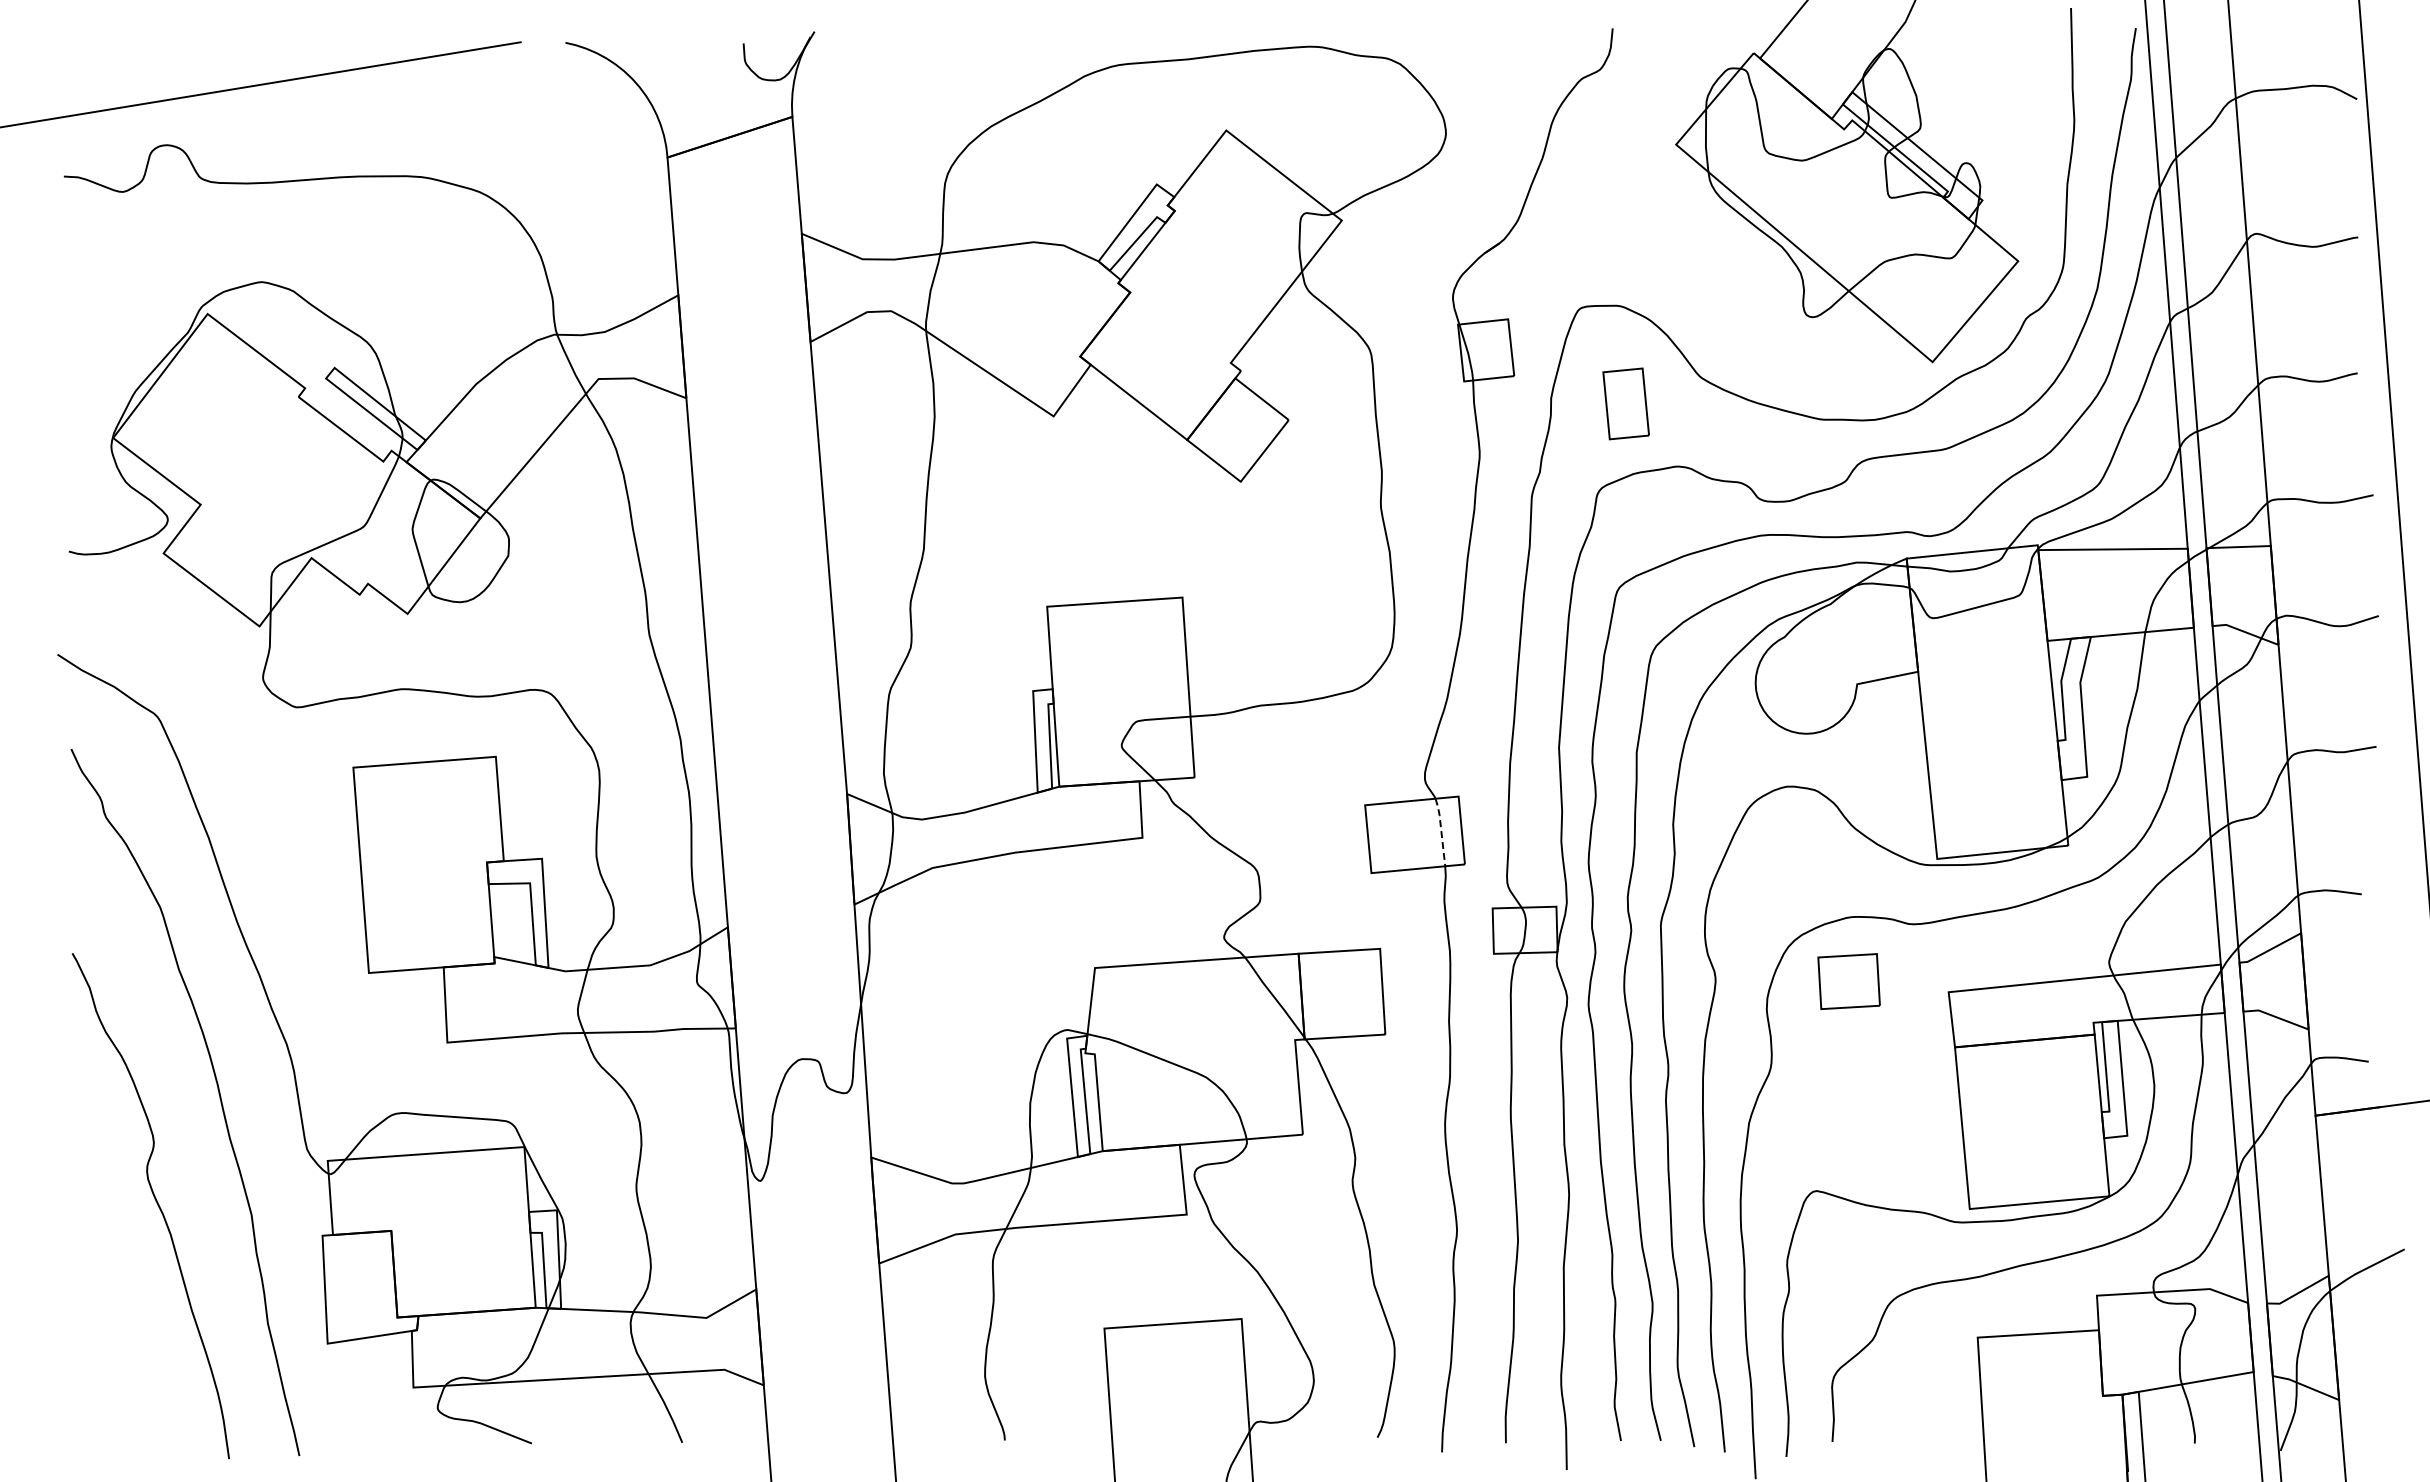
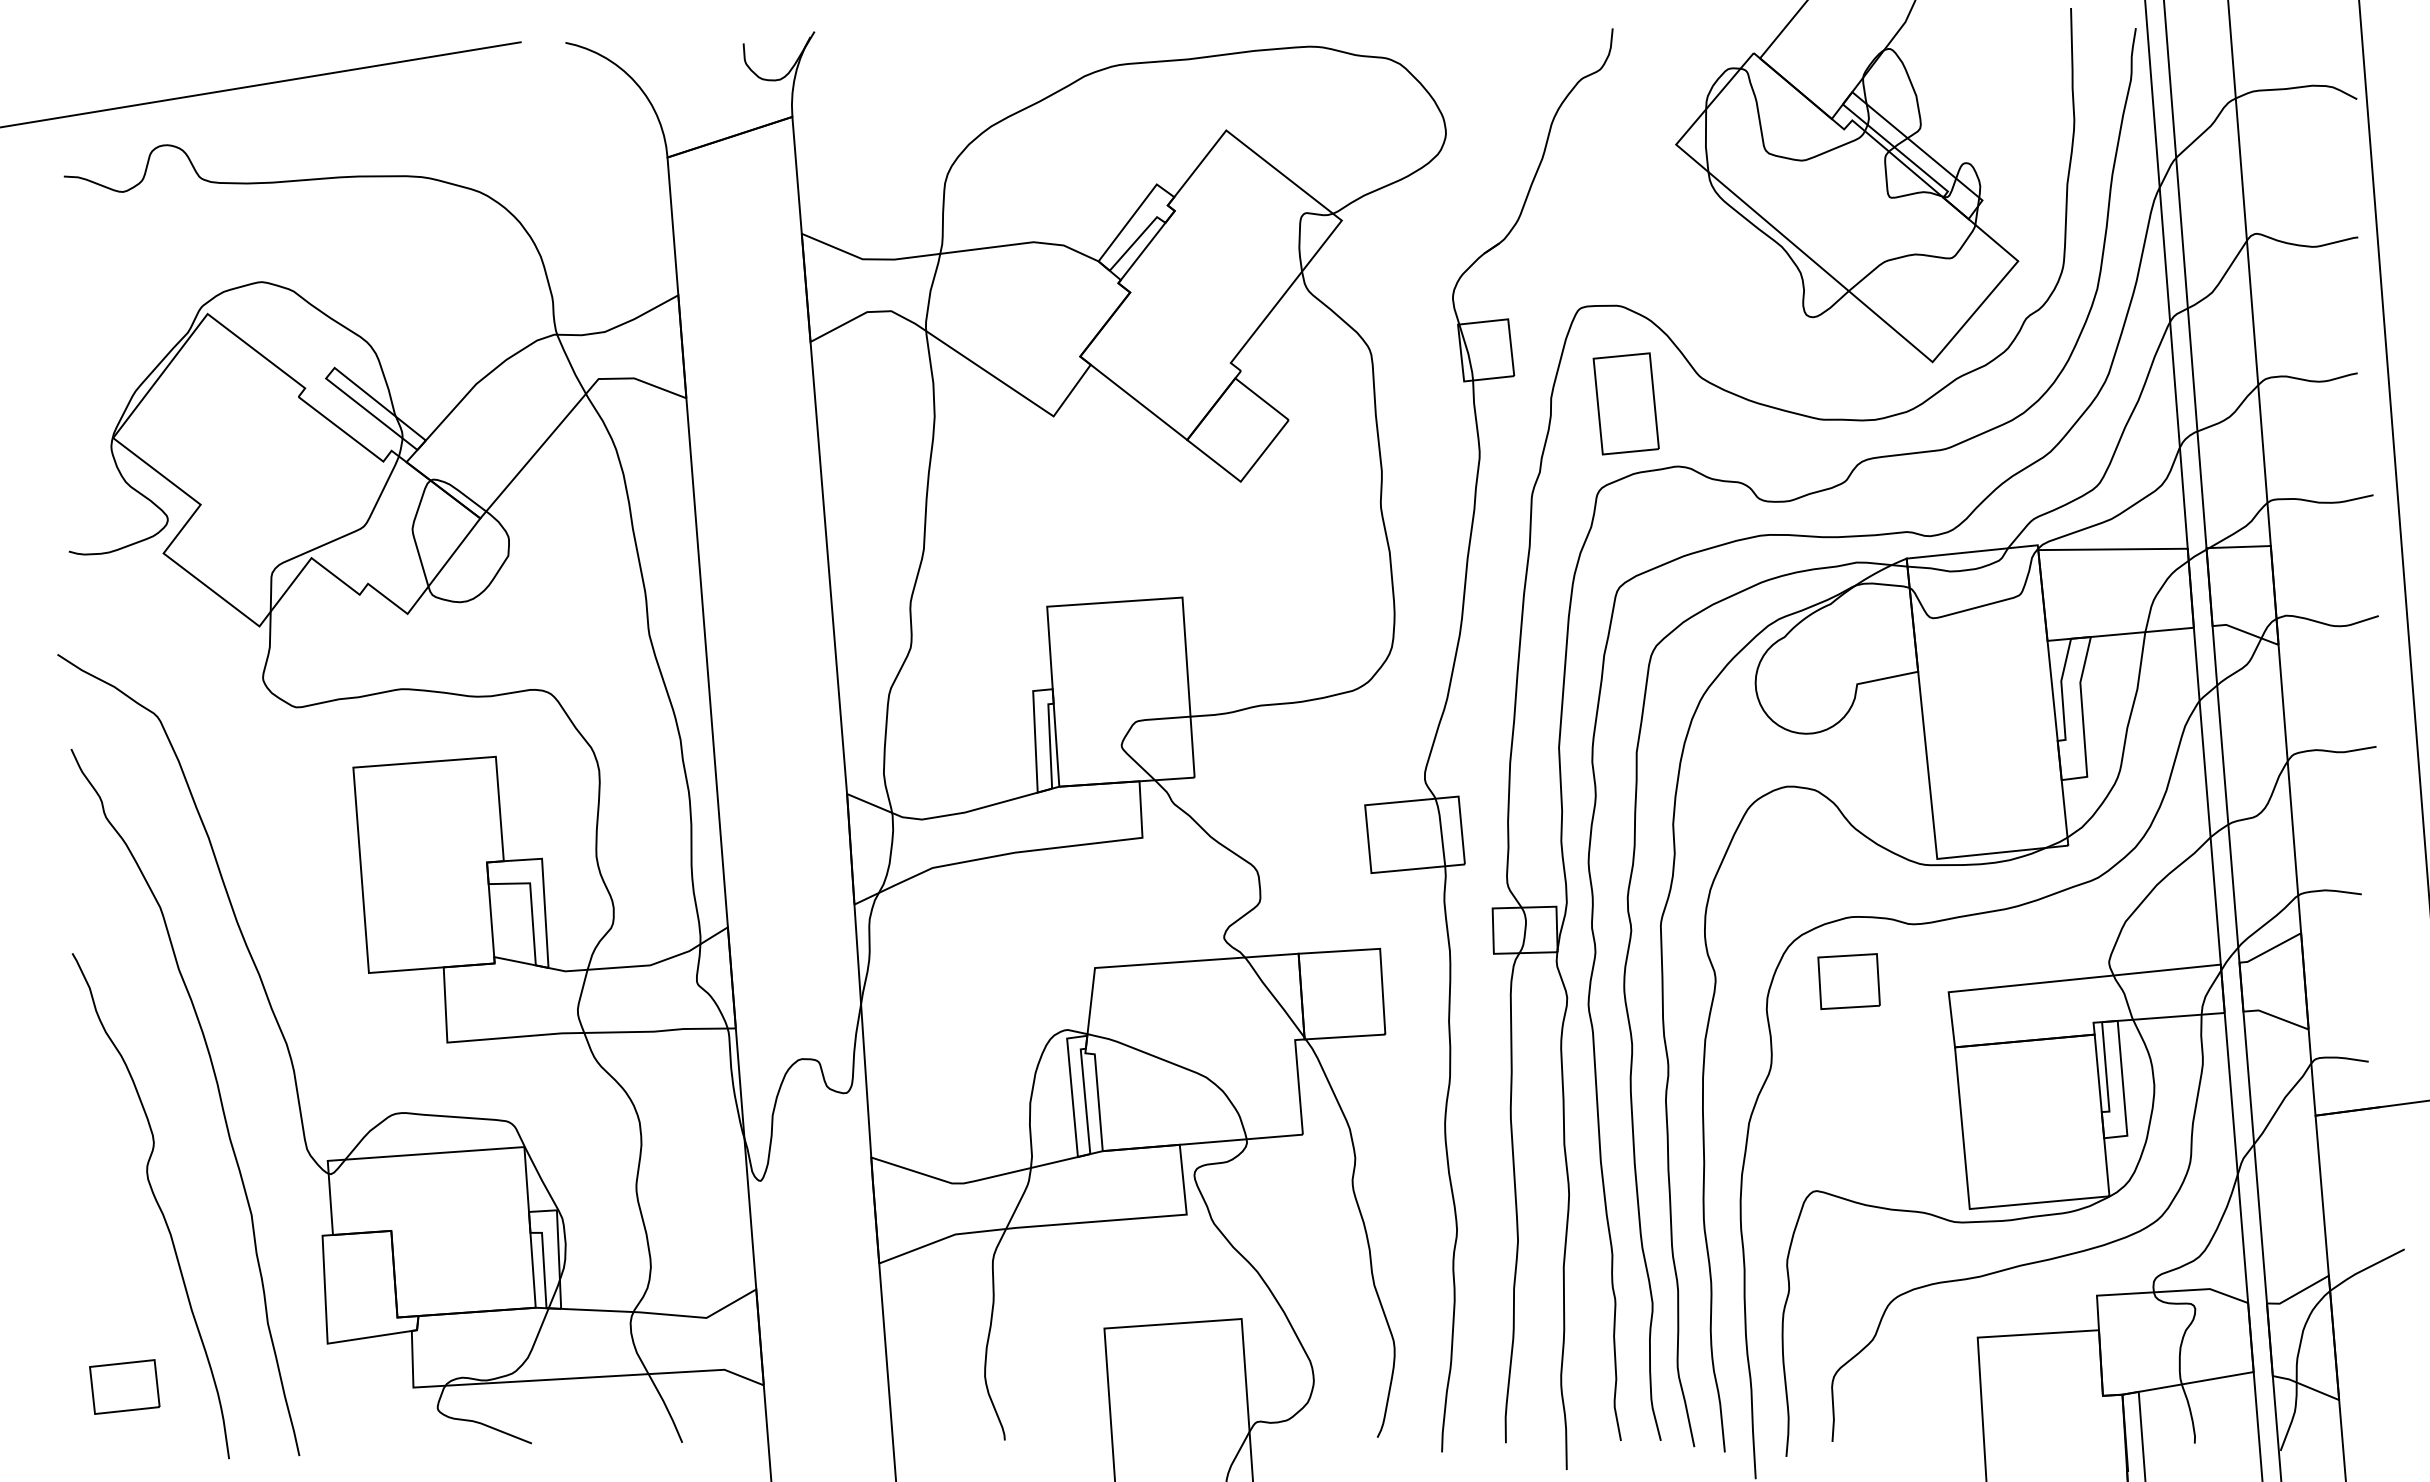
part at (1625, 403) size: 48x74 px -> 68x104 px
line at (1441, 830): dashed -> solid
part at (124, 1386): none -> present
